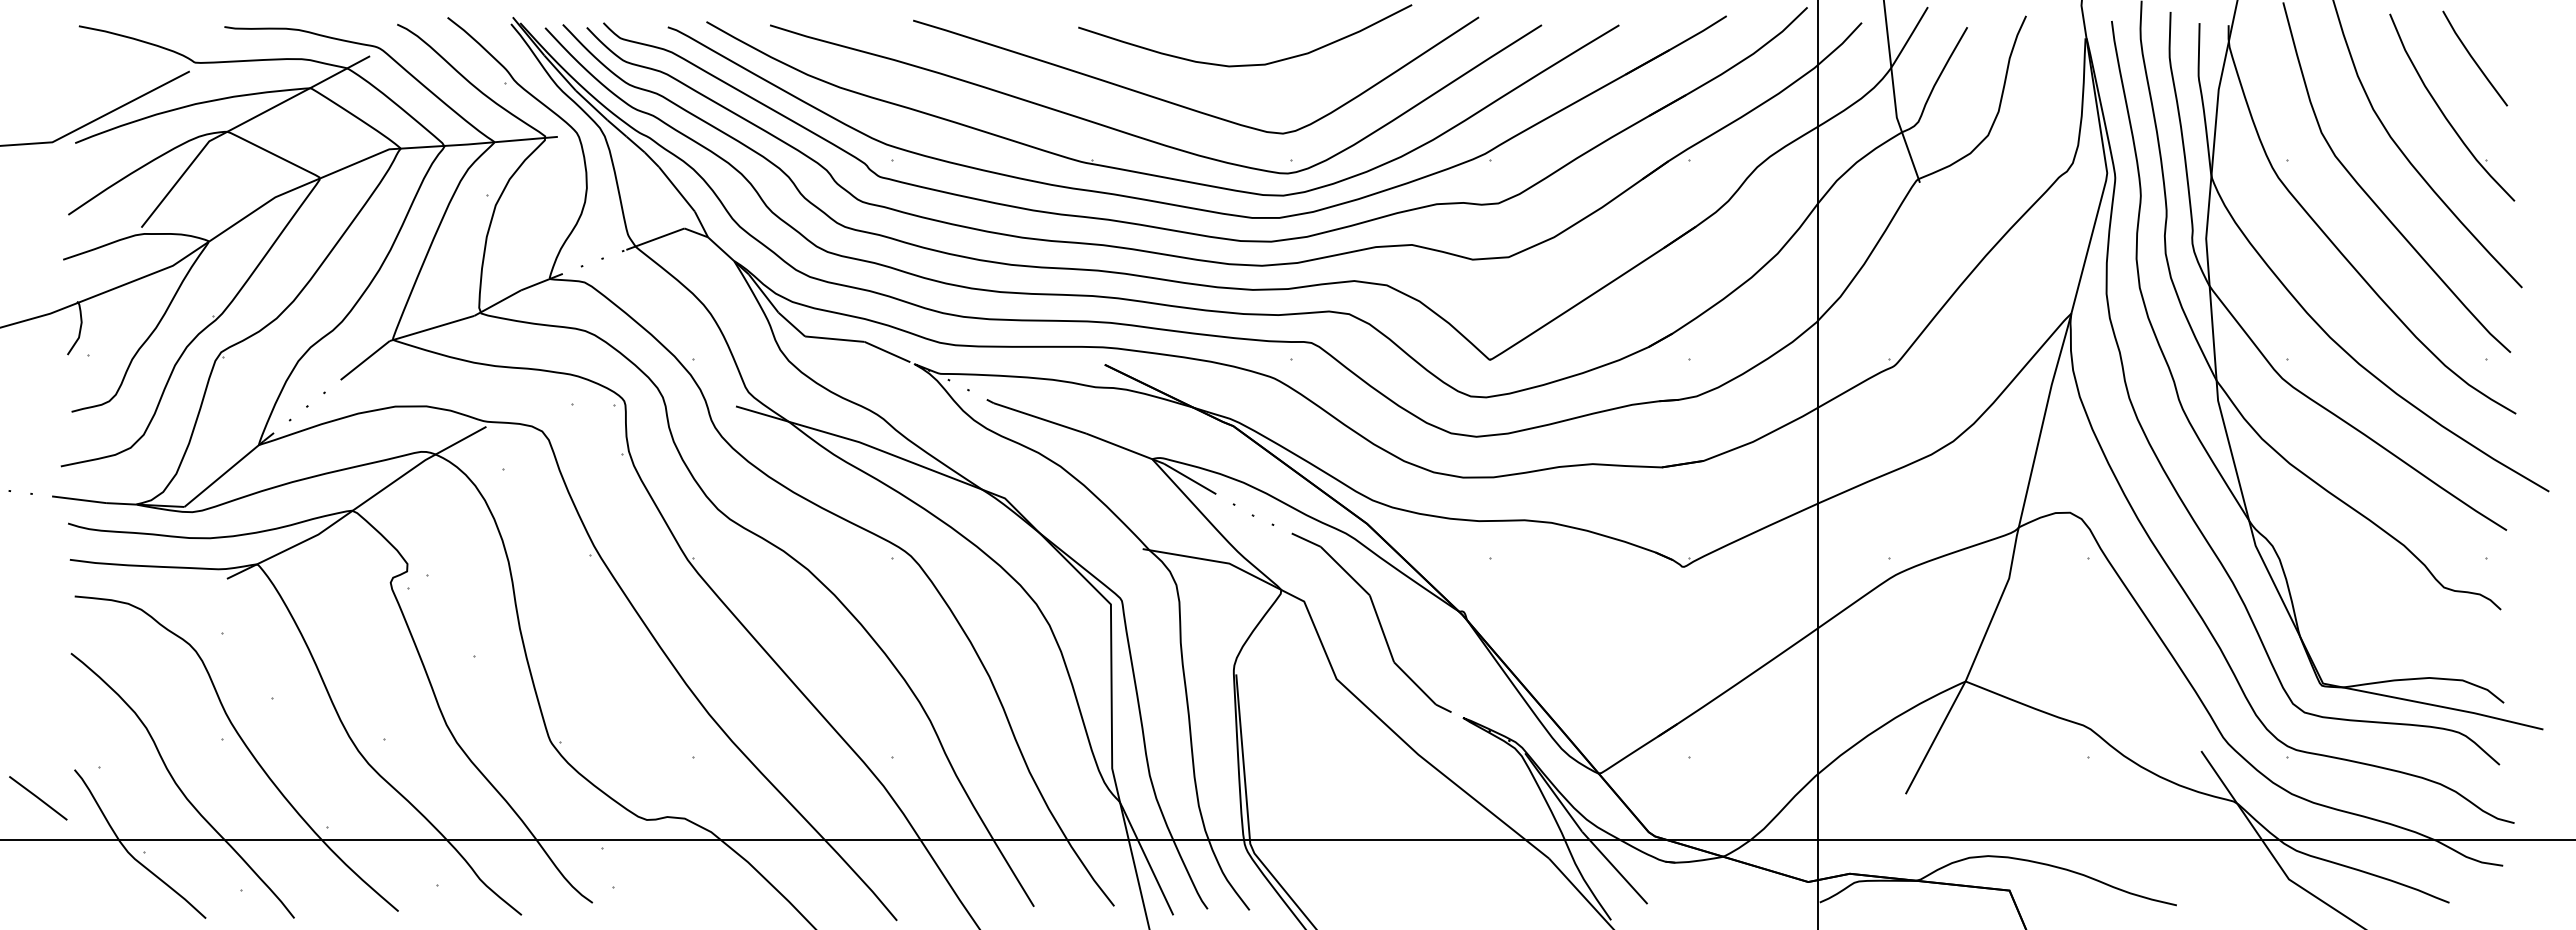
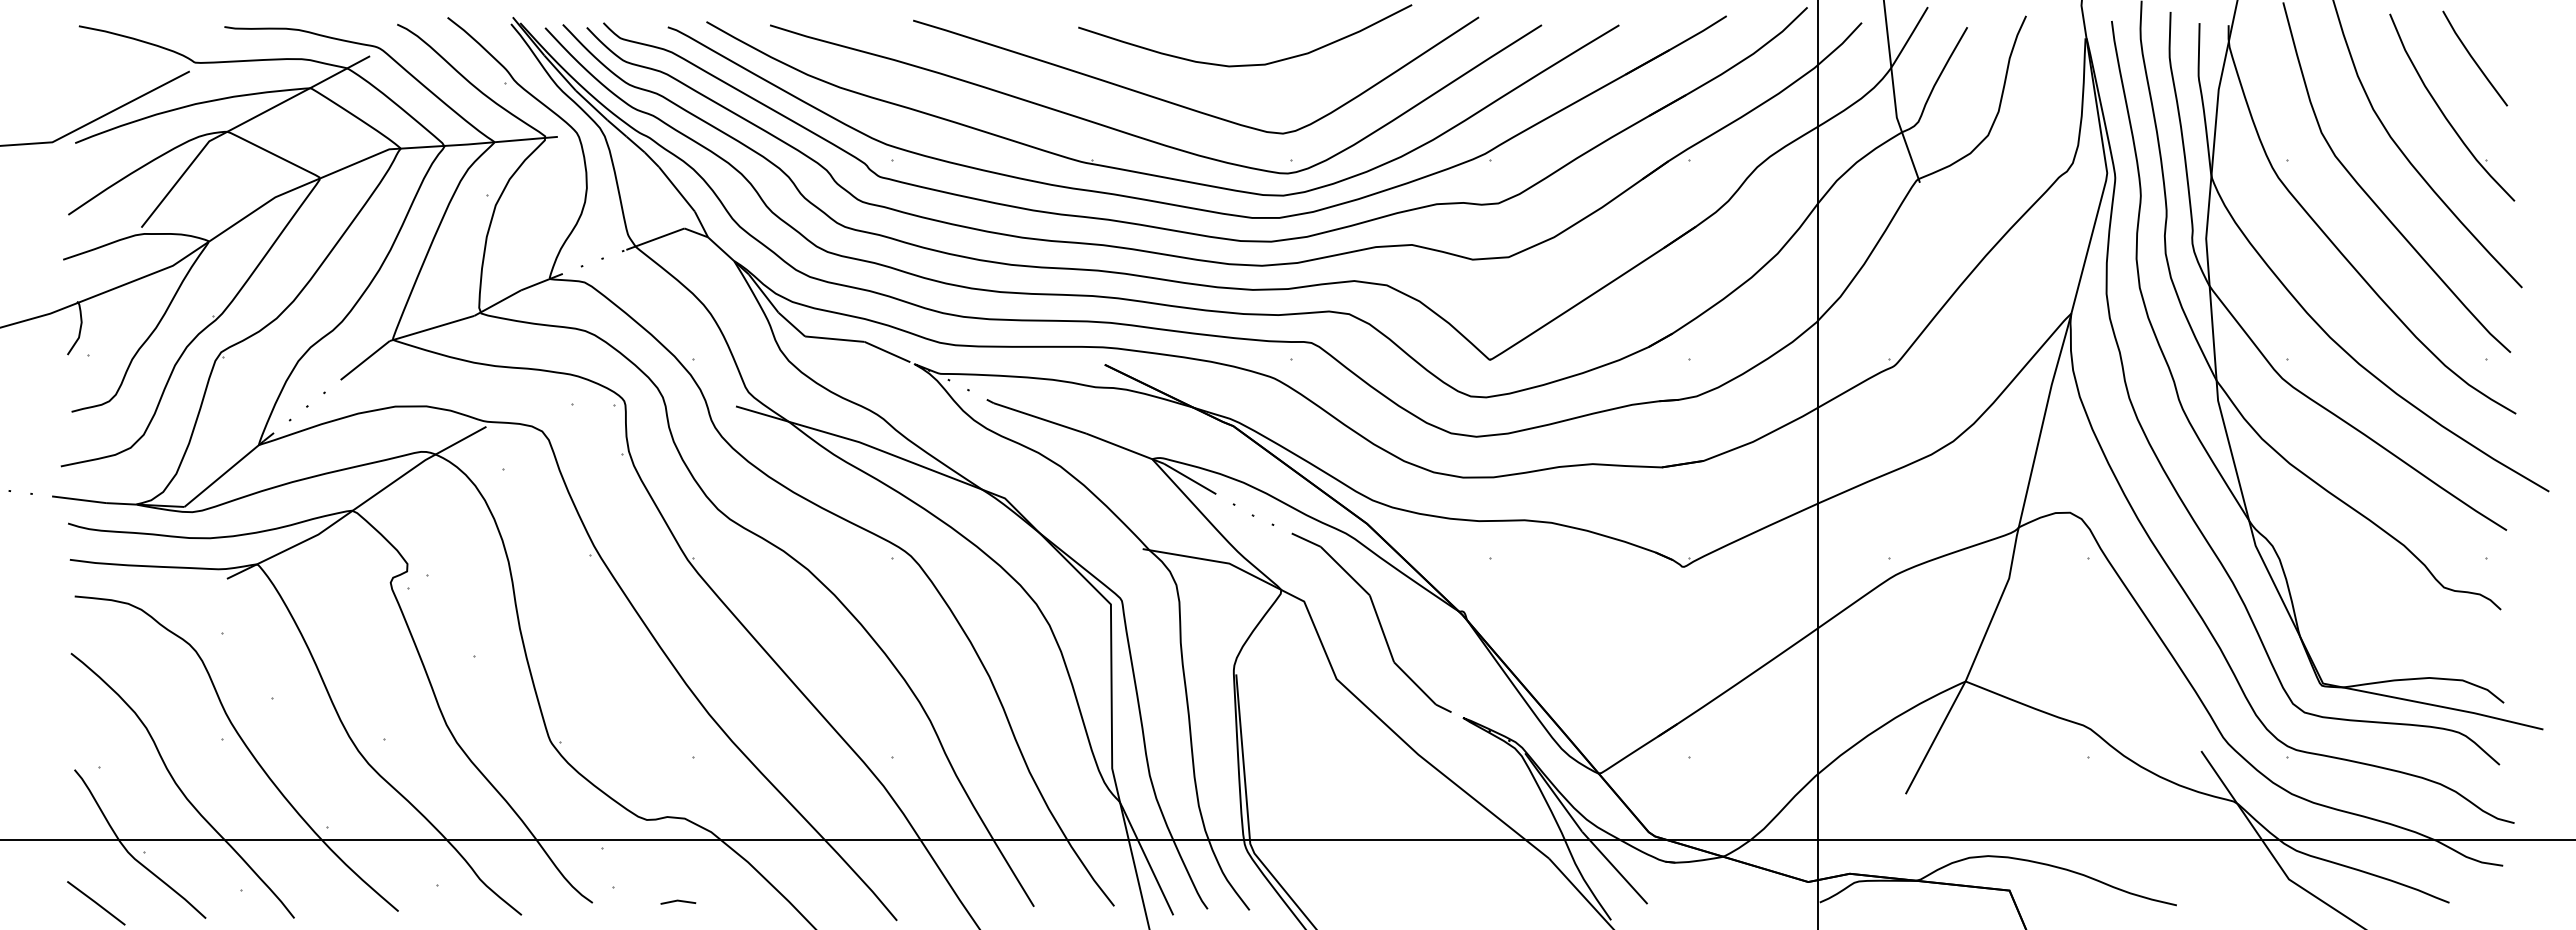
line at (38, 798) position: (38, 798) -> (96, 903)
line at (678, 901): none -> present
